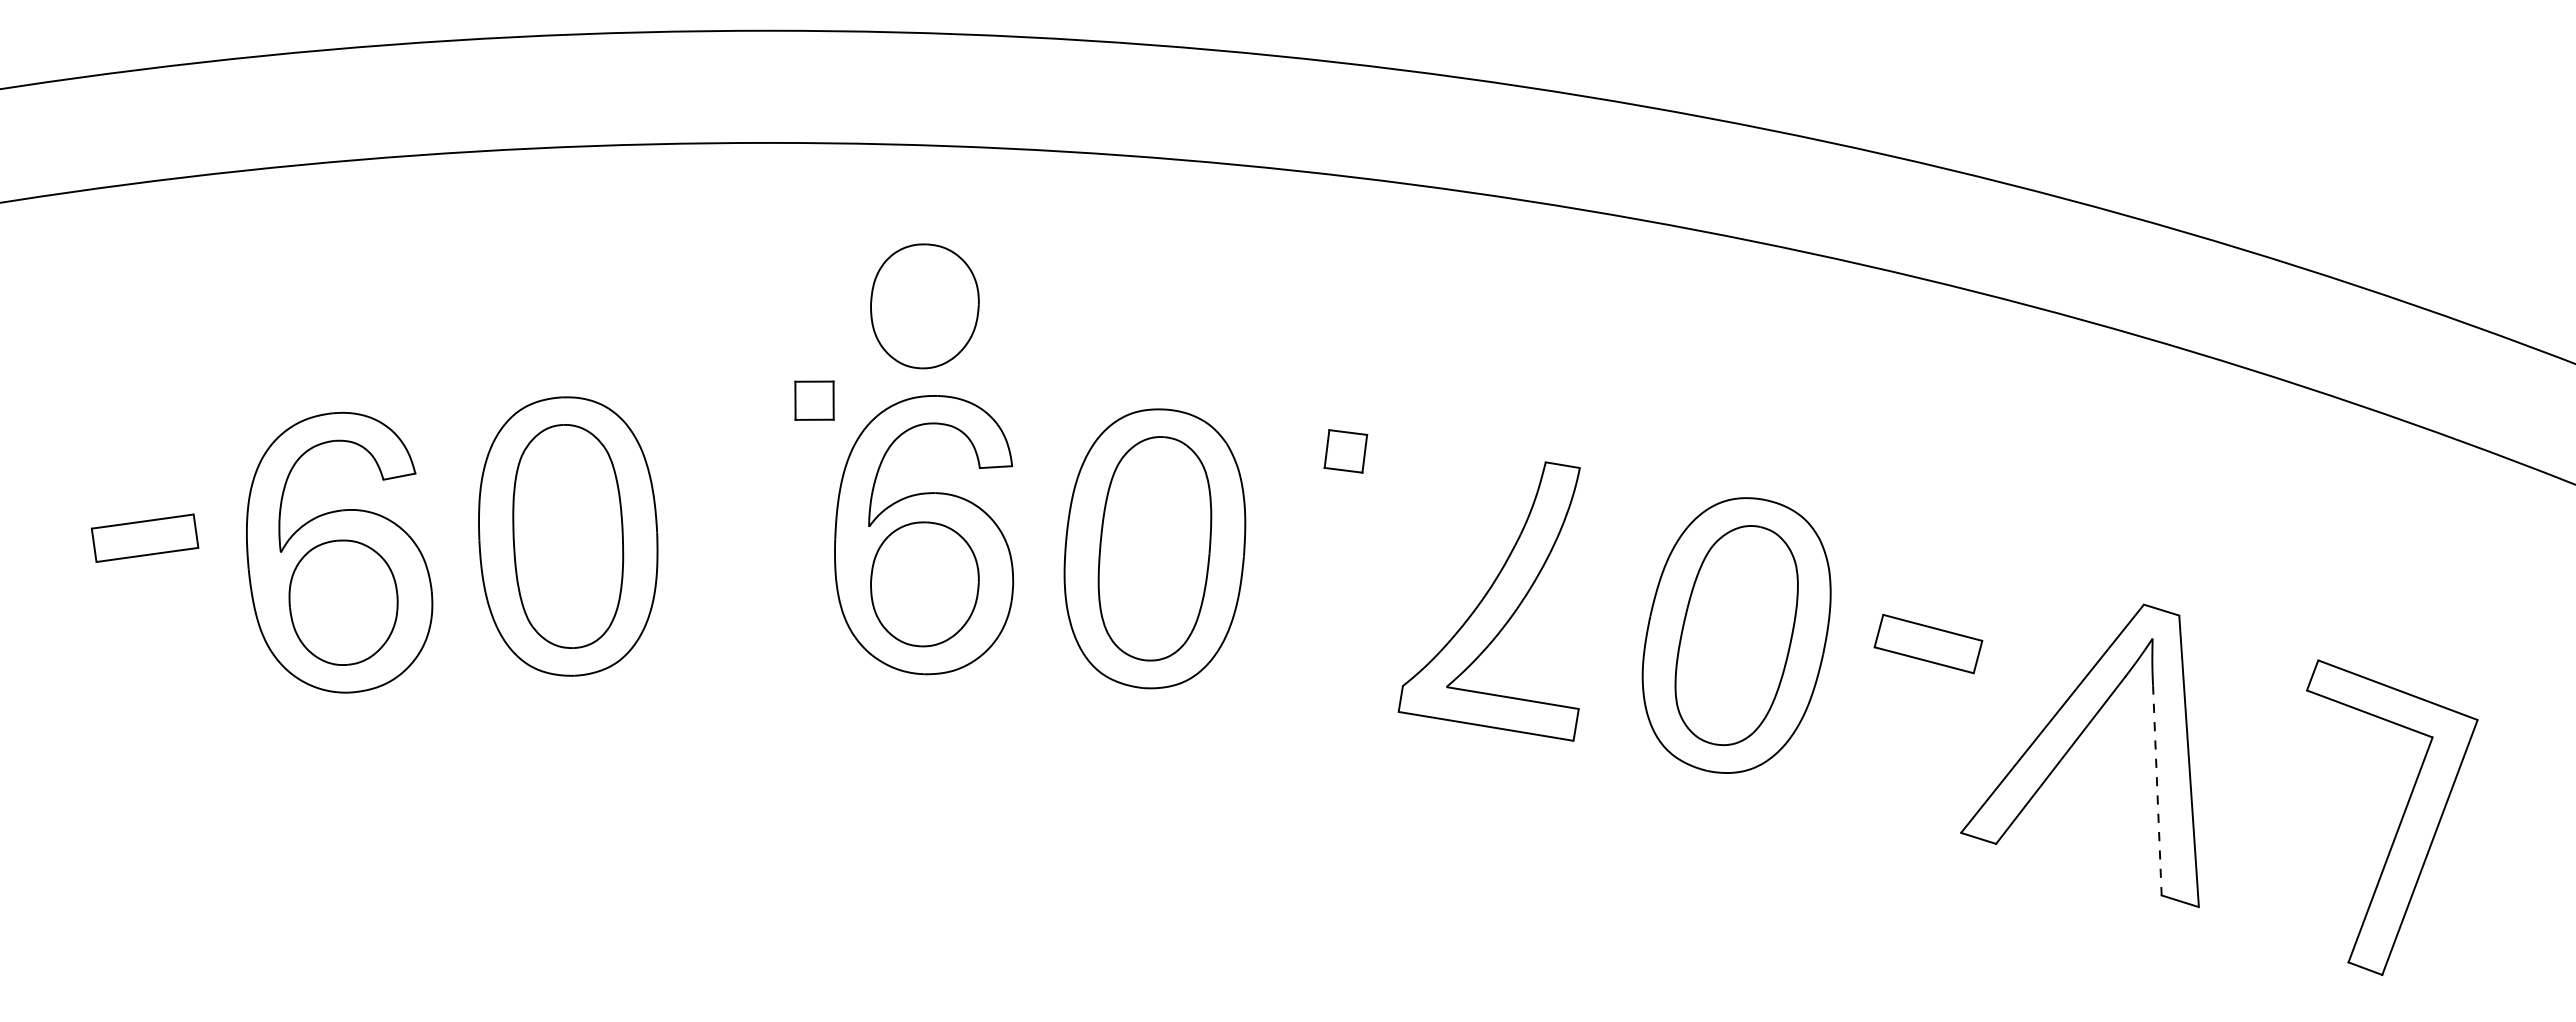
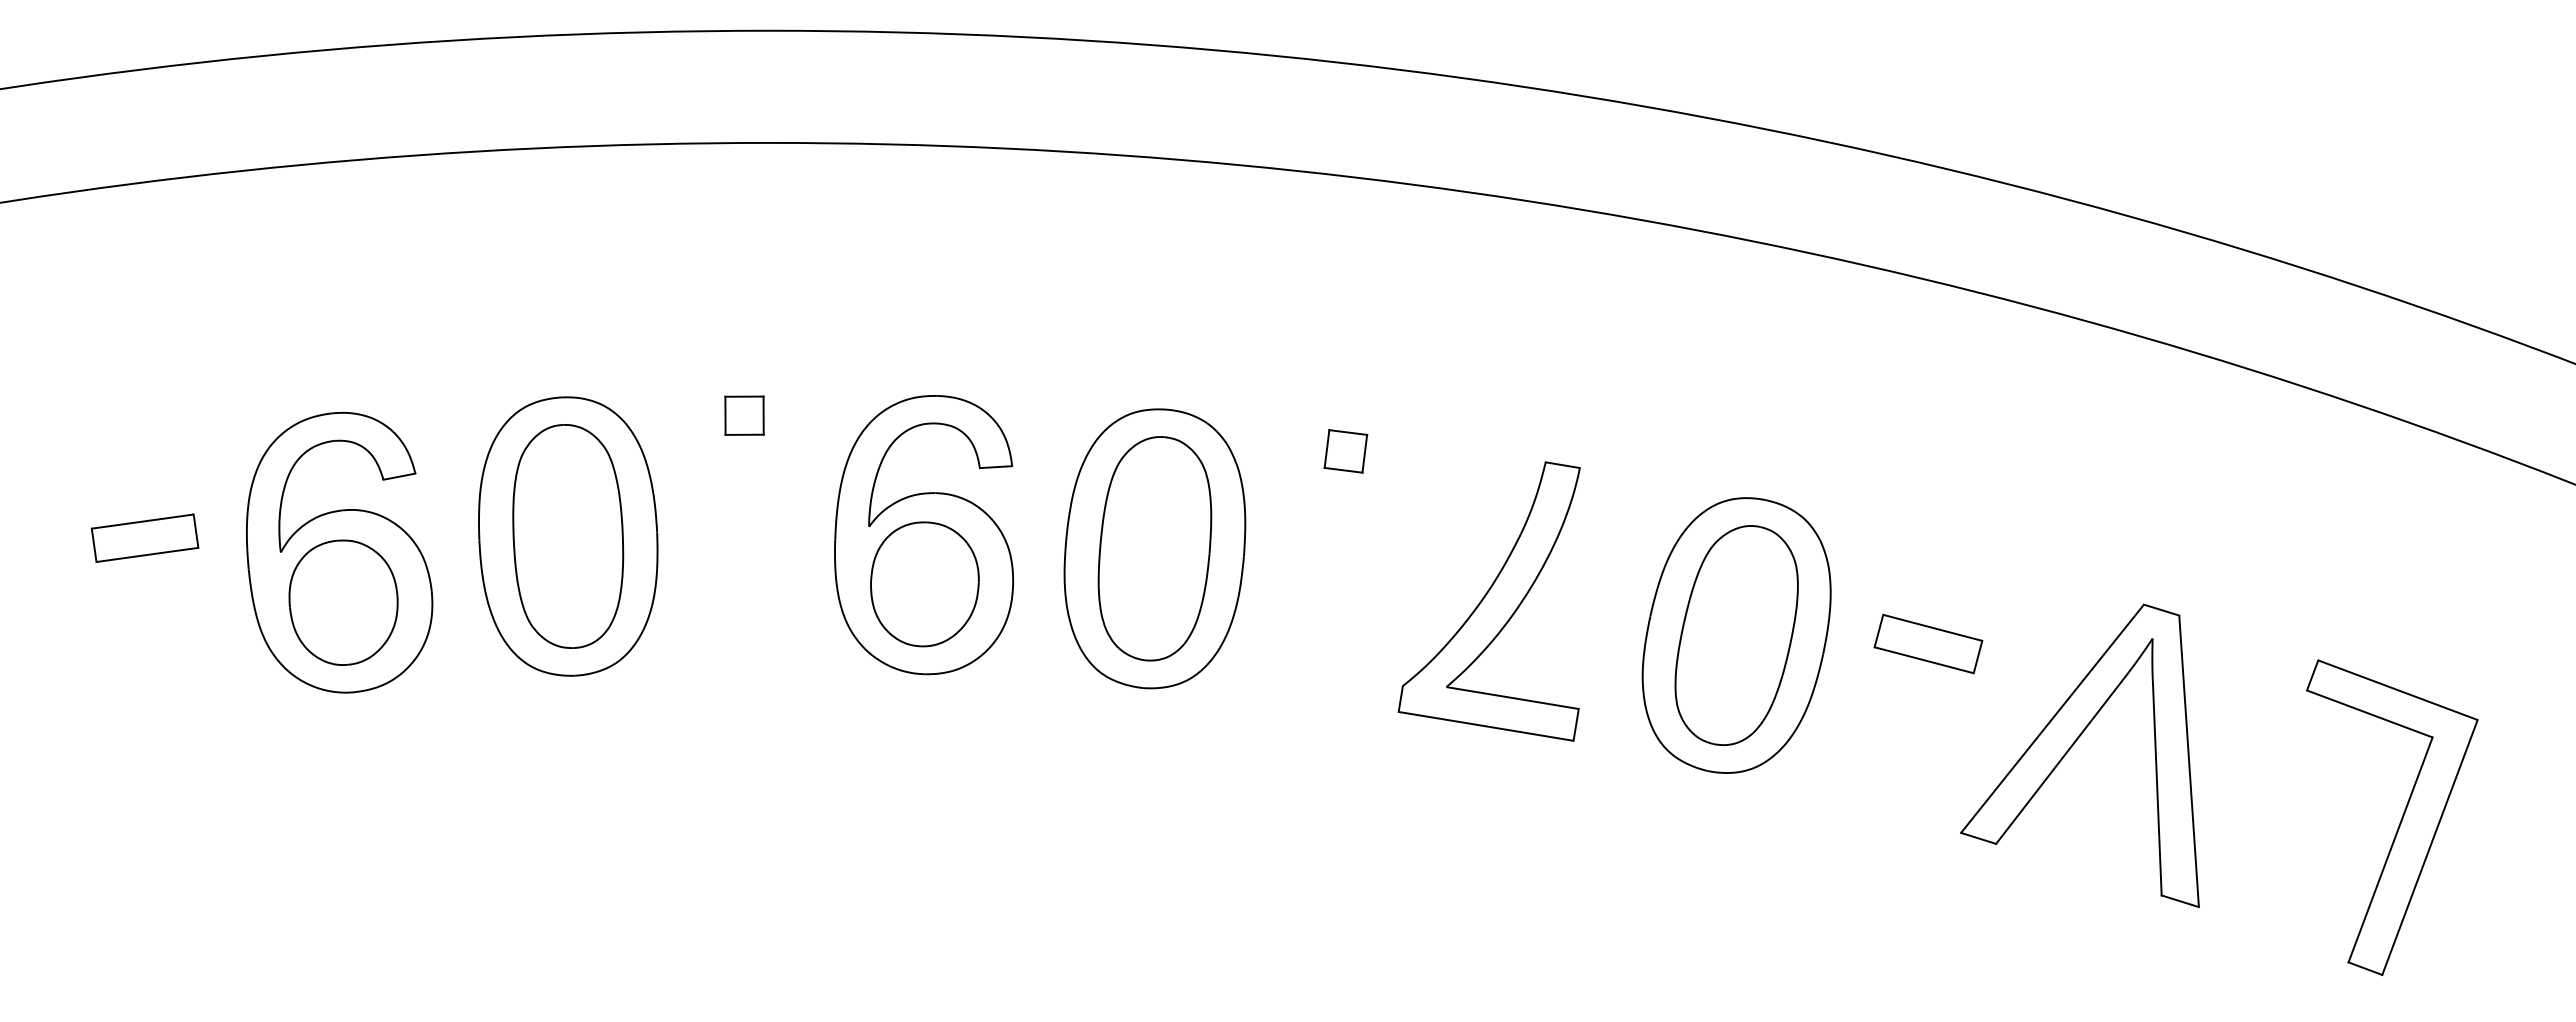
part at (924, 306): present -> none
part at (814, 400) position: (814, 400) -> (744, 415)
line at (2157, 790): dashed -> solid
